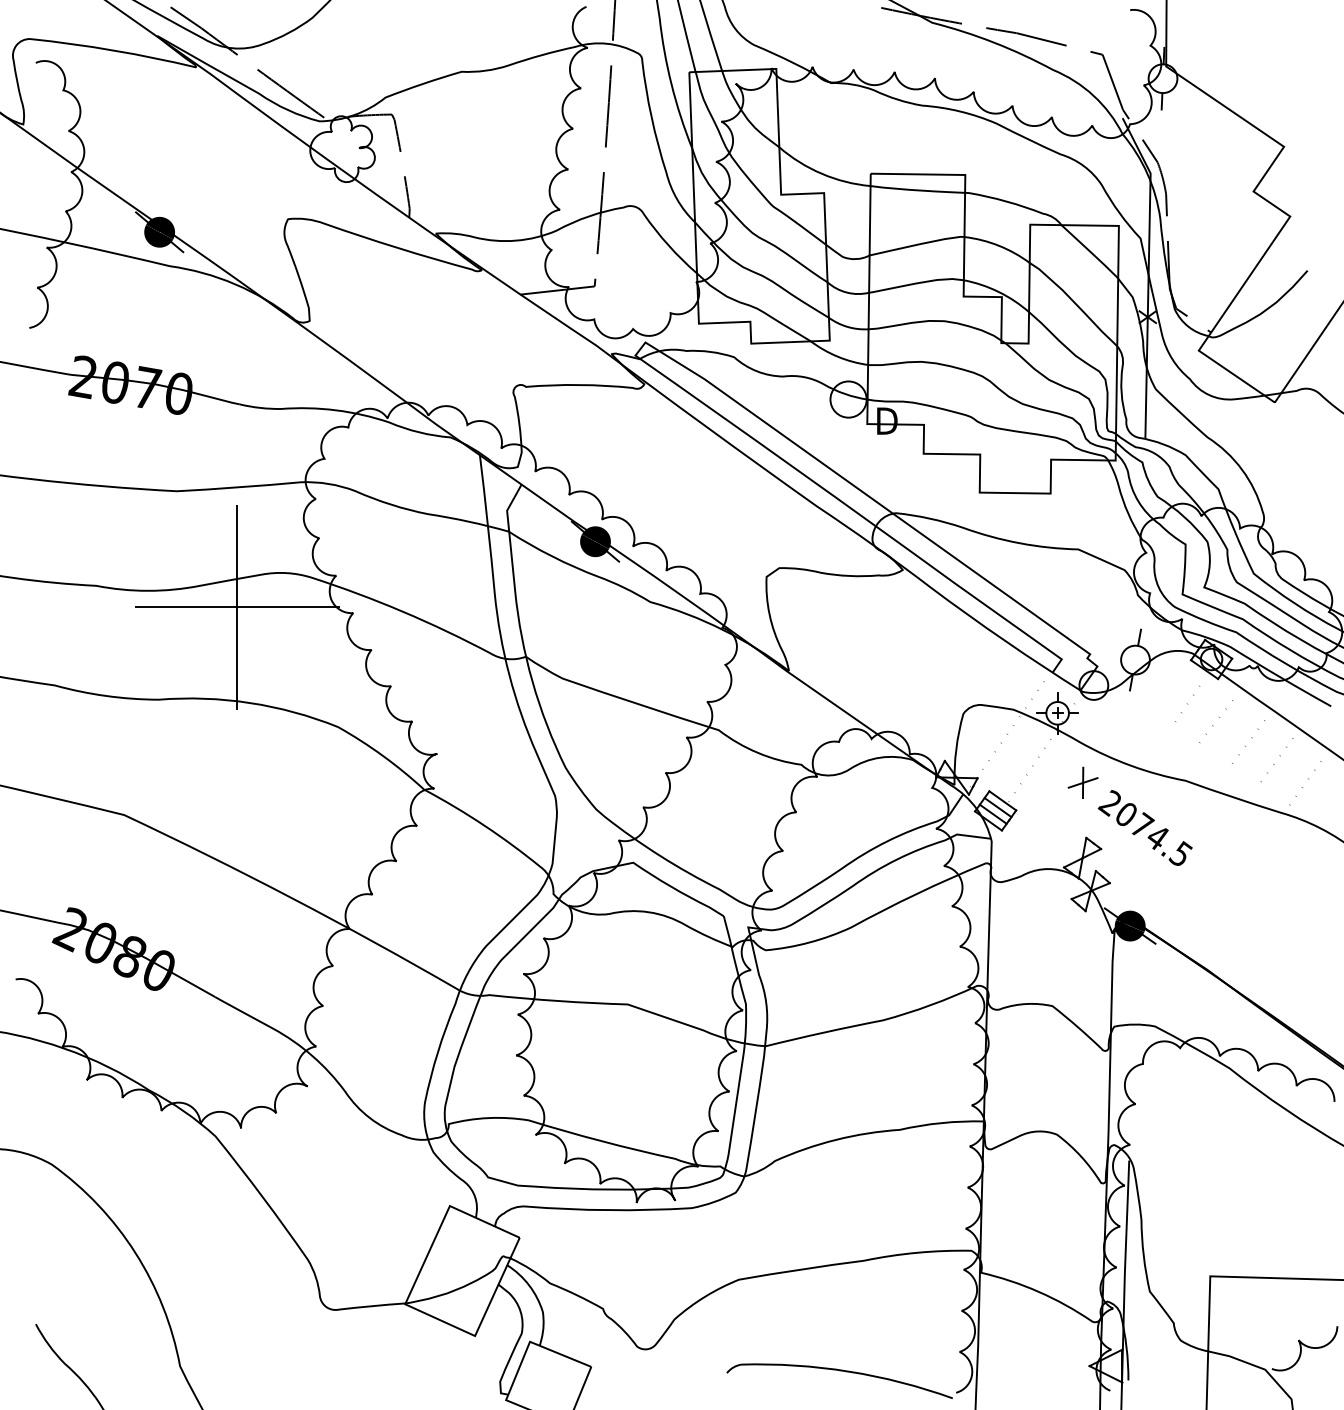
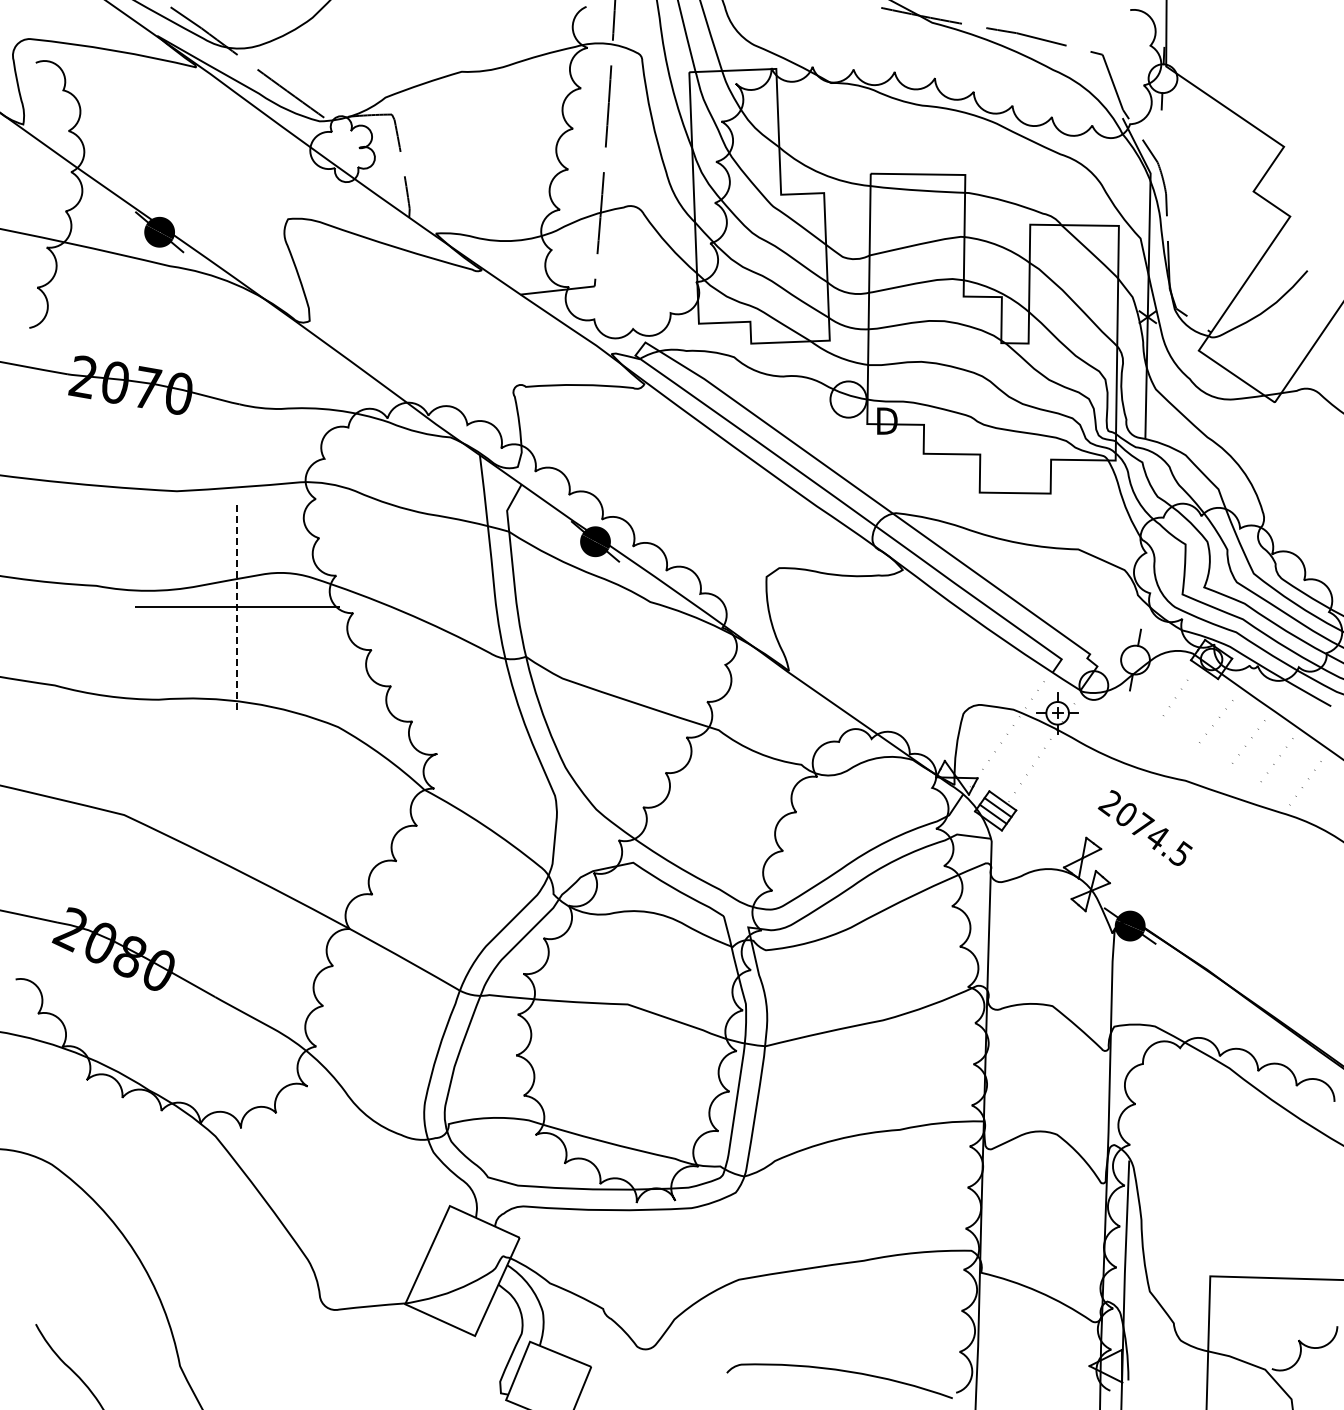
line at (237, 607): solid -> dashed
line at (1187, 703) position: (1187, 703) -> (1175, 697)
part at (1082, 782): present -> none
